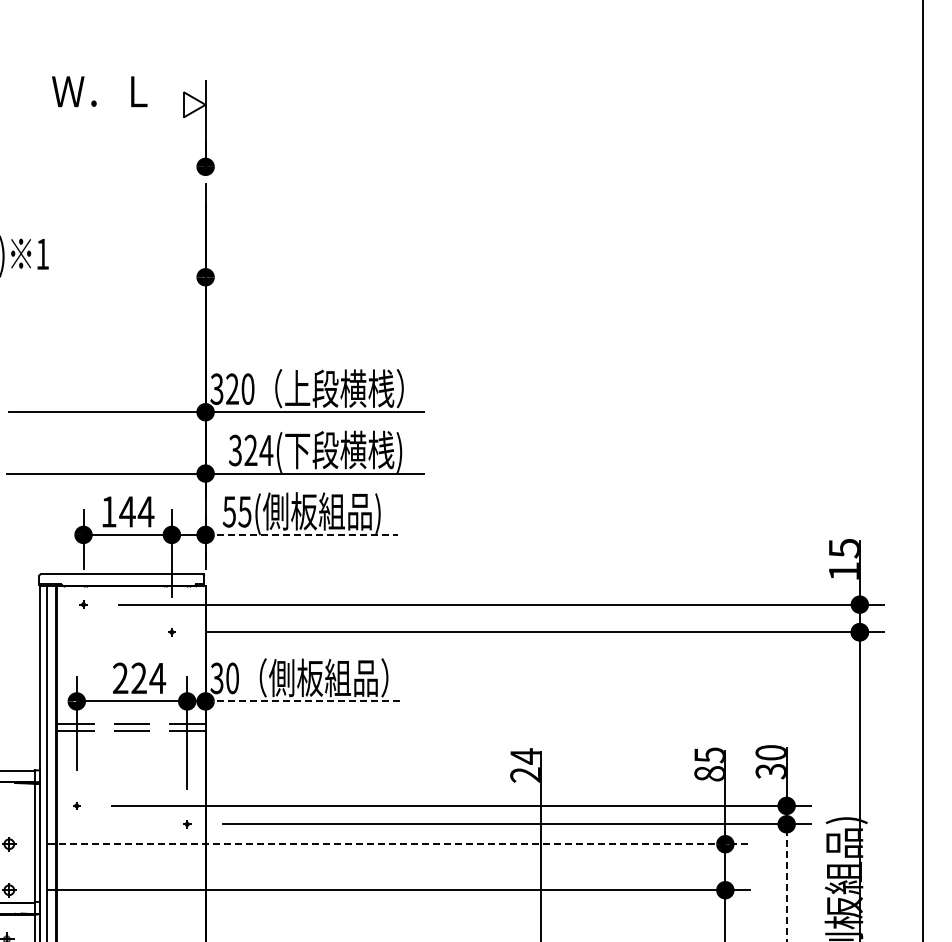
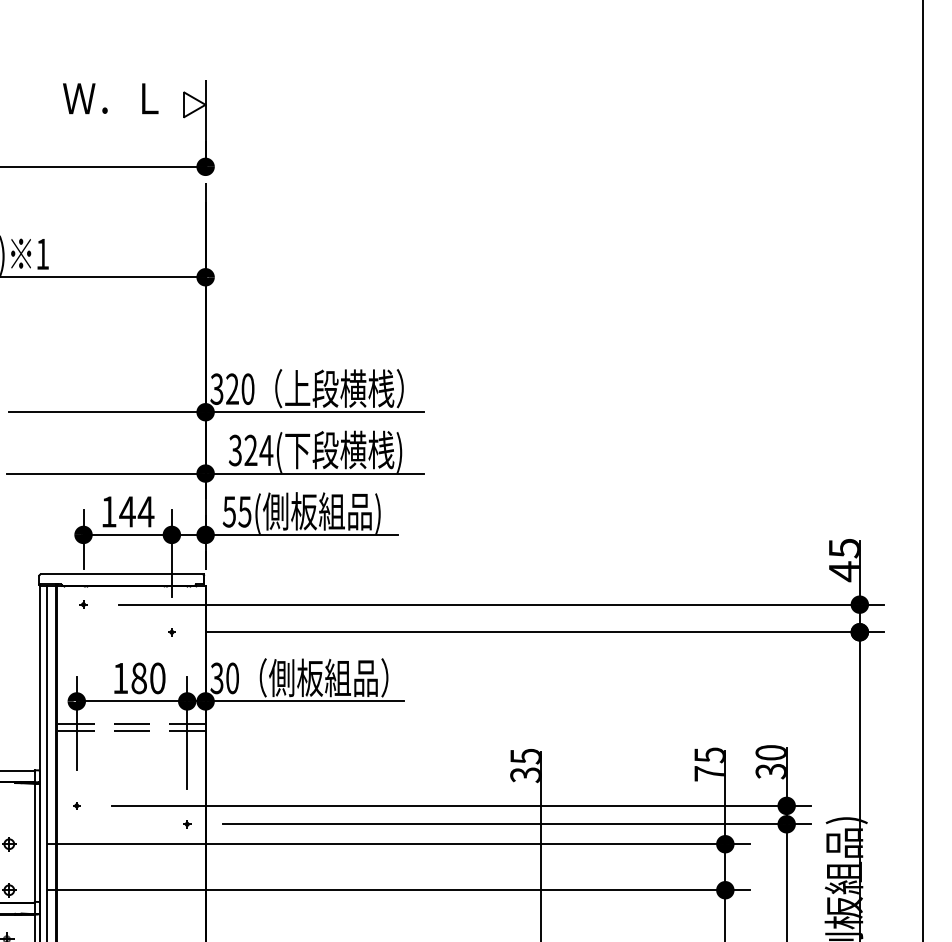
text at (99, 91) position: (99, 91) -> (110, 98)
line at (103, 166): none -> present
line at (103, 277): none -> present
line at (302, 534): dashed -> solid
text at (843, 571): 15 -> 45
text at (139, 678): 224 -> 180
line at (305, 701): dashed -> solid
text at (524, 765): 24 -> 35
text at (708, 773): 85 -> 75
line at (399, 844): dashed -> solid
line at (786, 882): dashed -> solid
